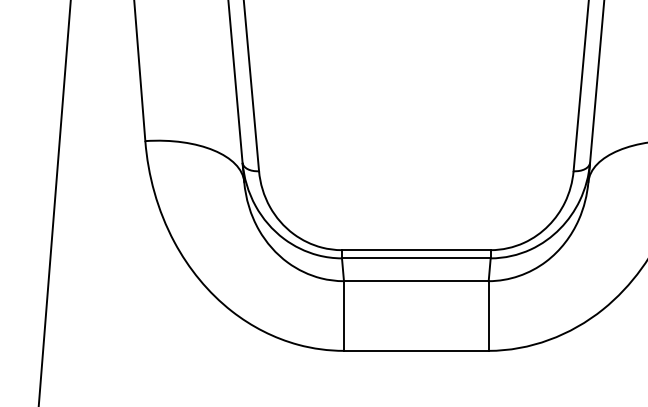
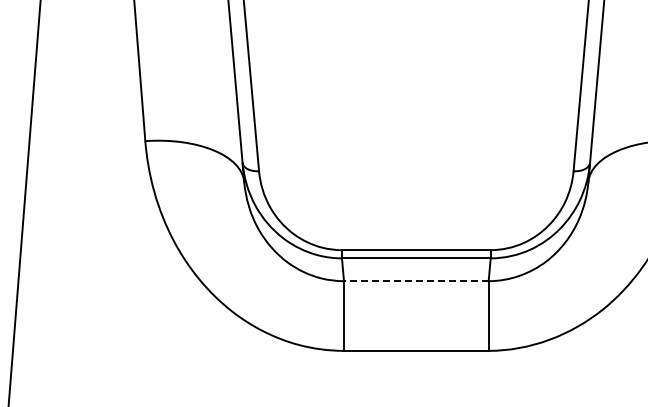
line at (54, 202) position: (54, 202) -> (24, 202)
line at (415, 281): solid -> dashed
